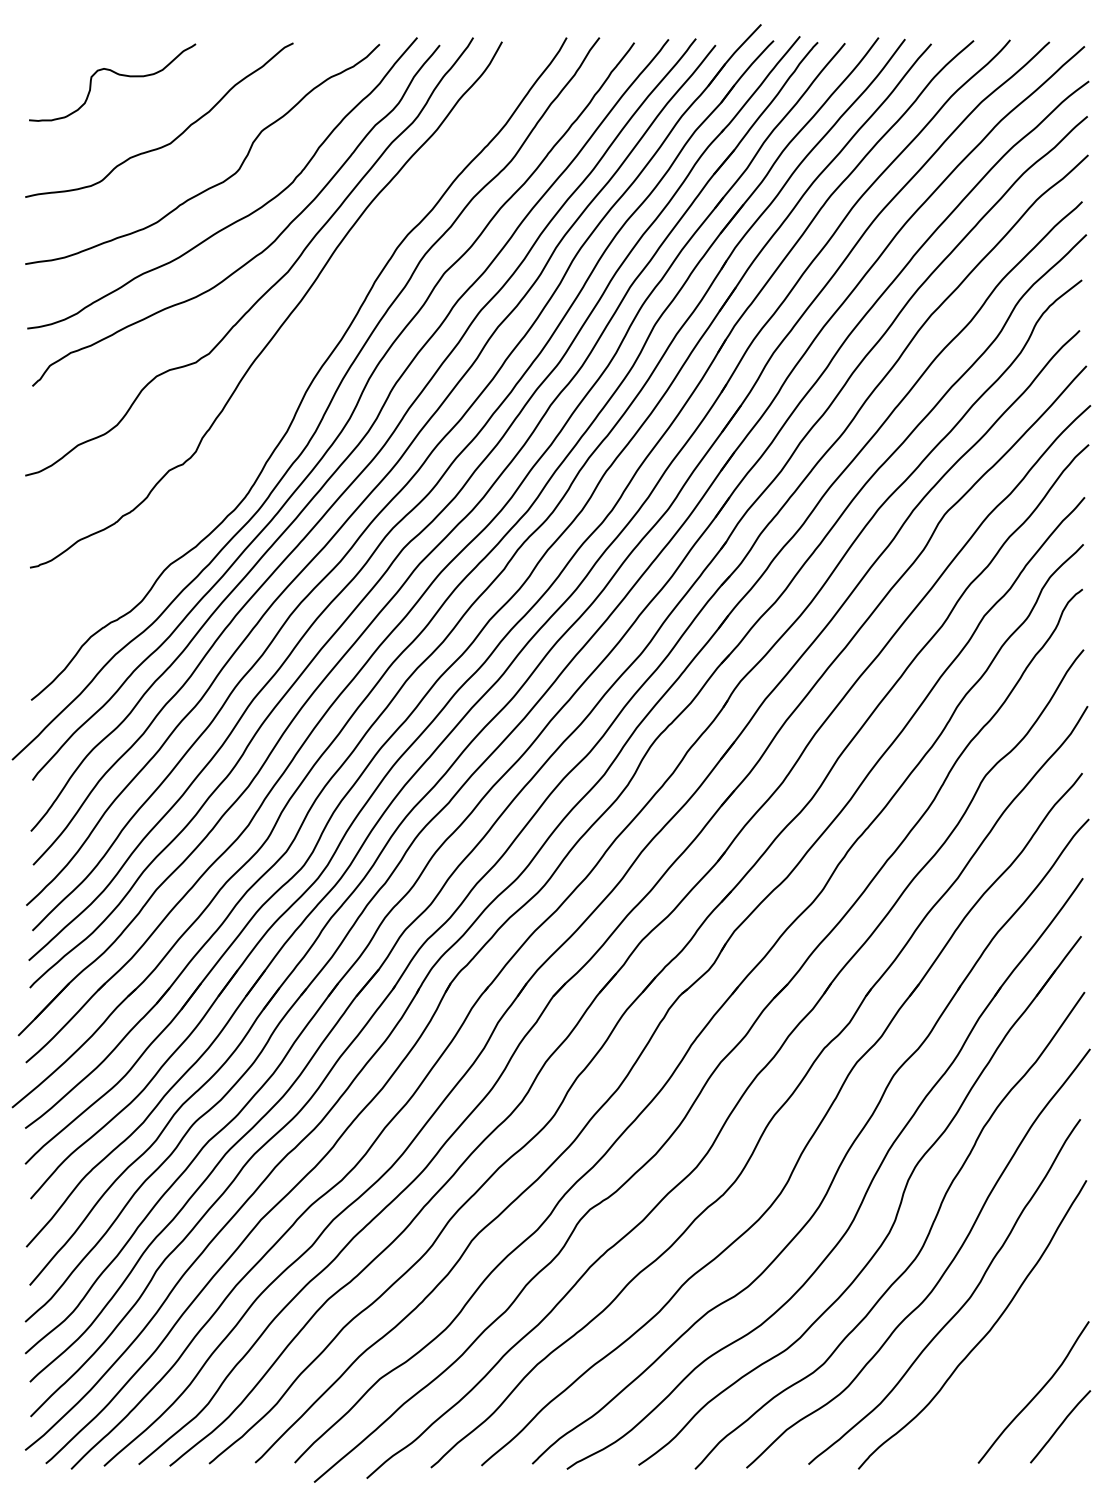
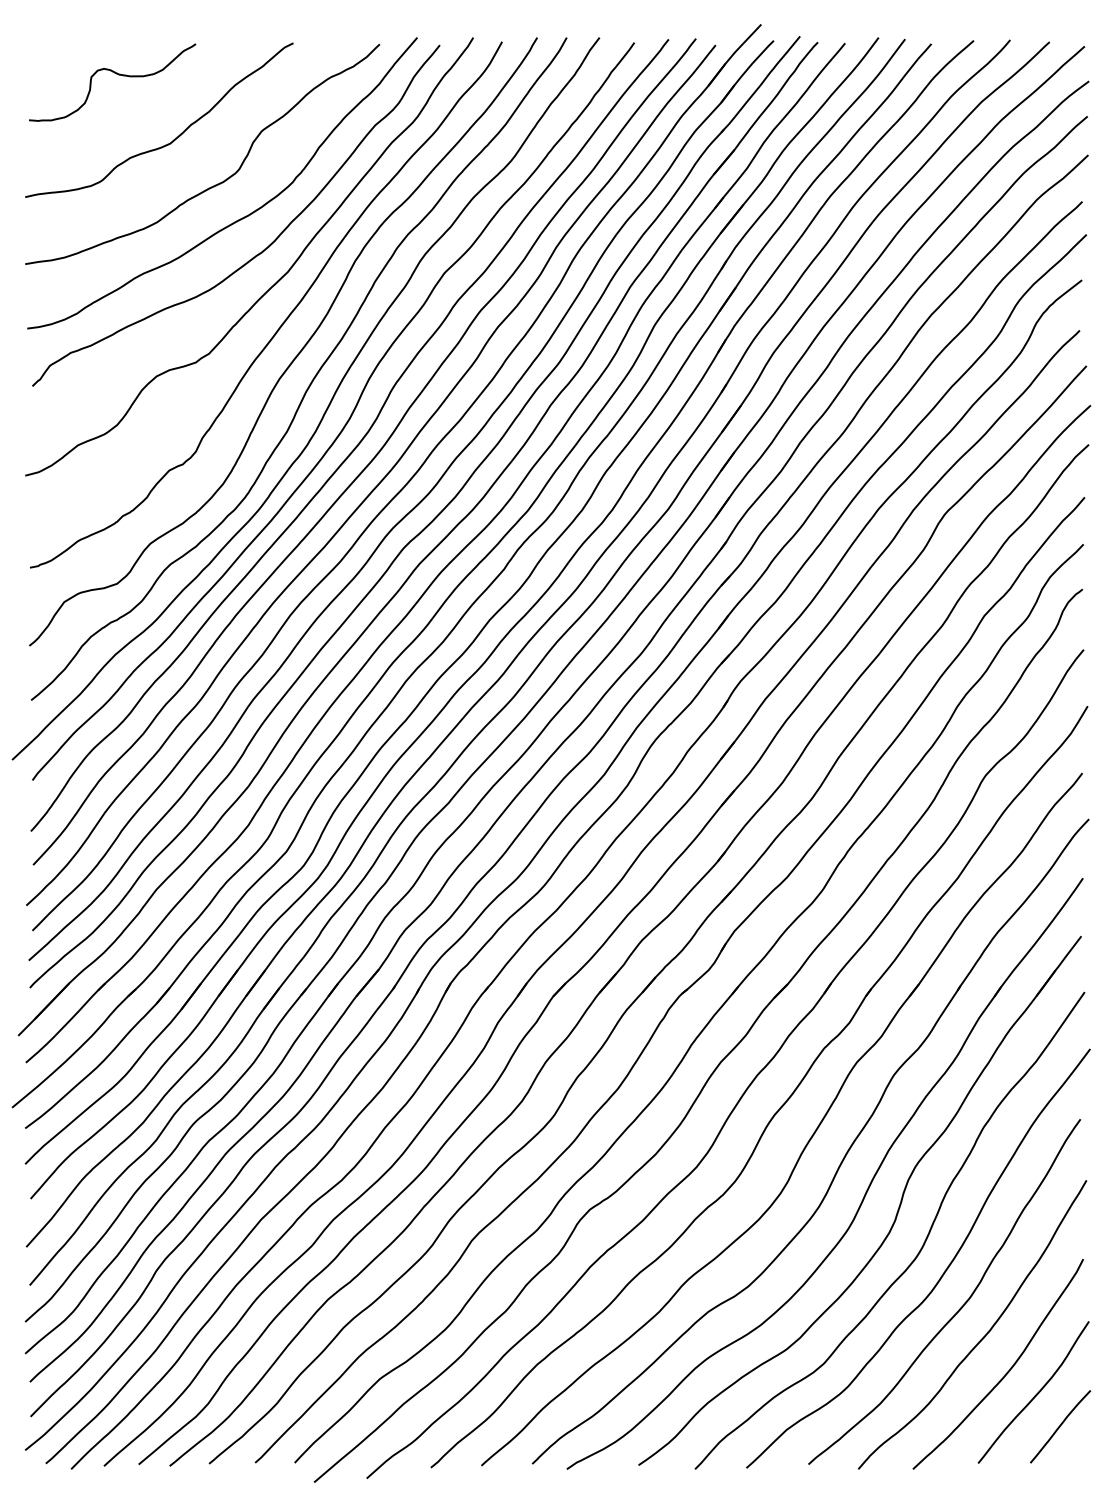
curve at (297, 353): none -> present
curve at (1006, 1372): none -> present
